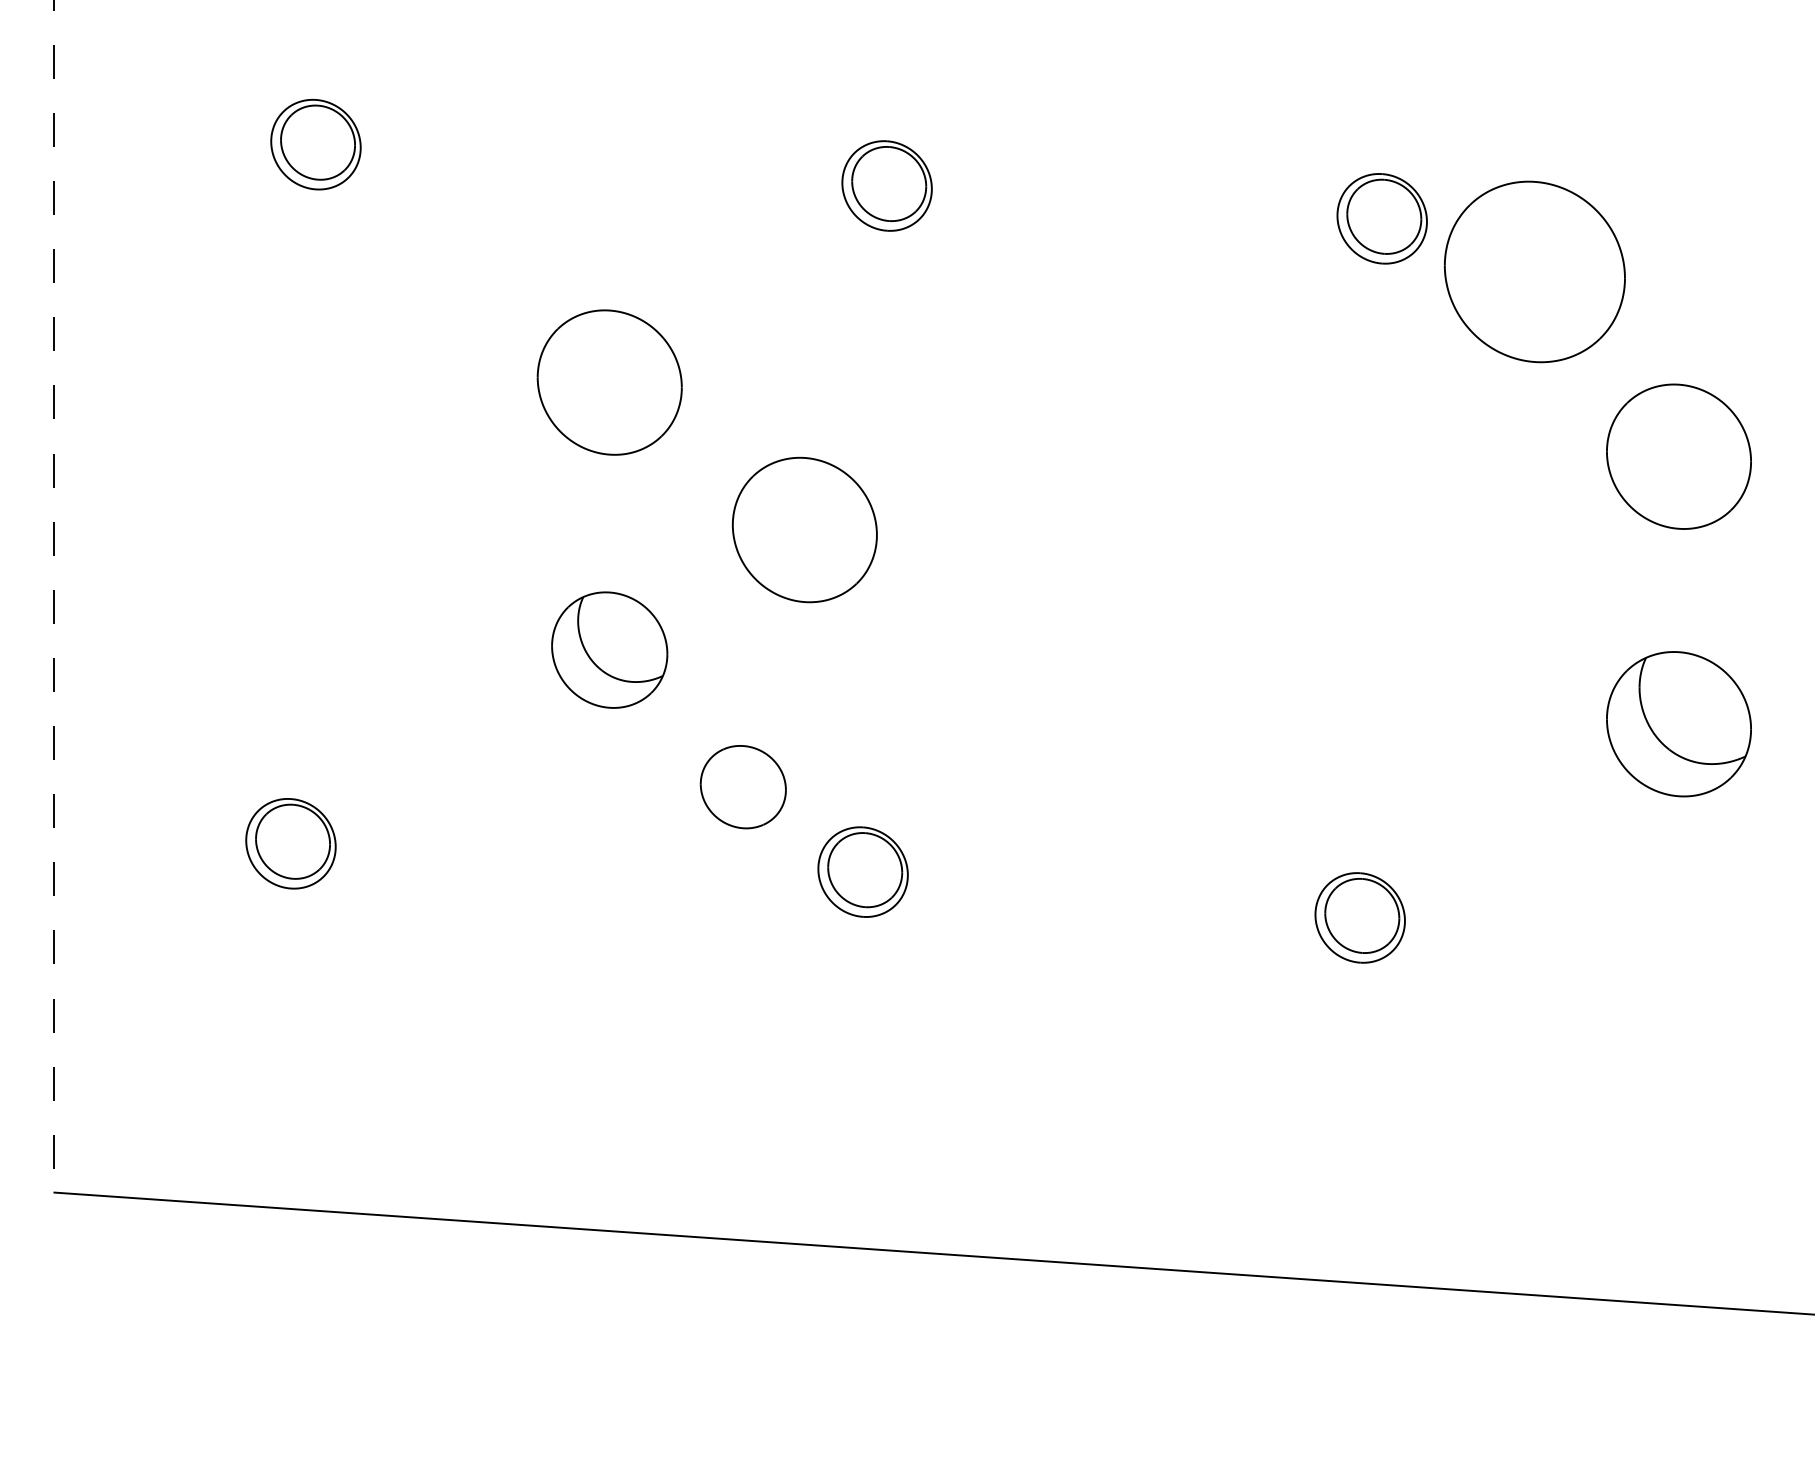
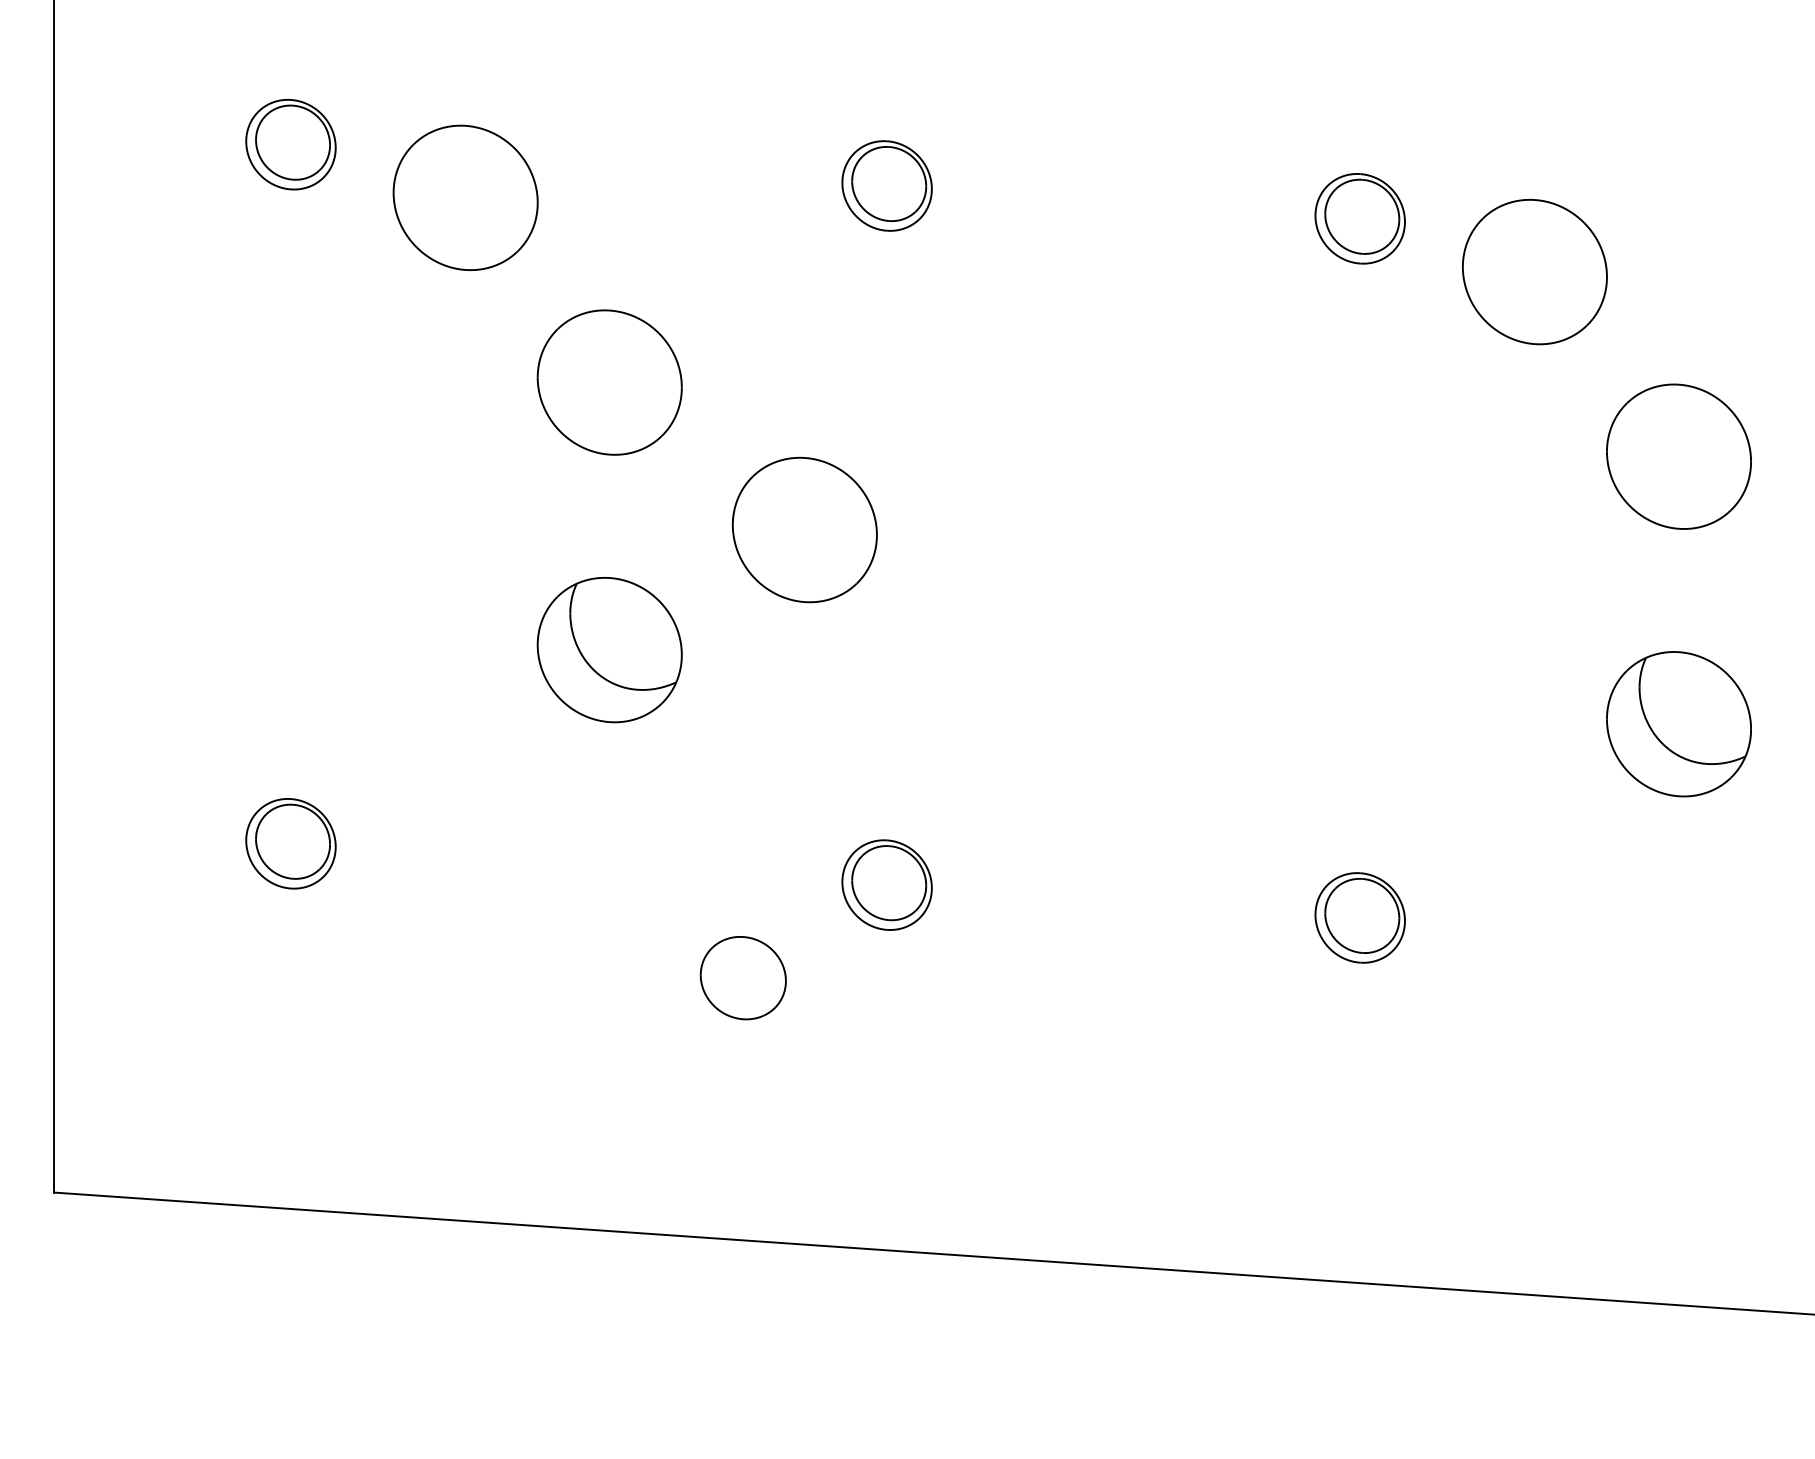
part at (315, 144) position: (315, 144) -> (290, 144)
part at (465, 197): none -> present
part at (1381, 218) position: (1381, 218) -> (1359, 218)
part at (1534, 271) size: 182x184 px -> 146x147 px
line at (54, 596): dashed -> solid
part at (609, 649) size: 118x118 px -> 147x147 px
part at (742, 787) position: (742, 787) -> (742, 978)
part at (862, 871) position: (862, 871) -> (886, 884)
